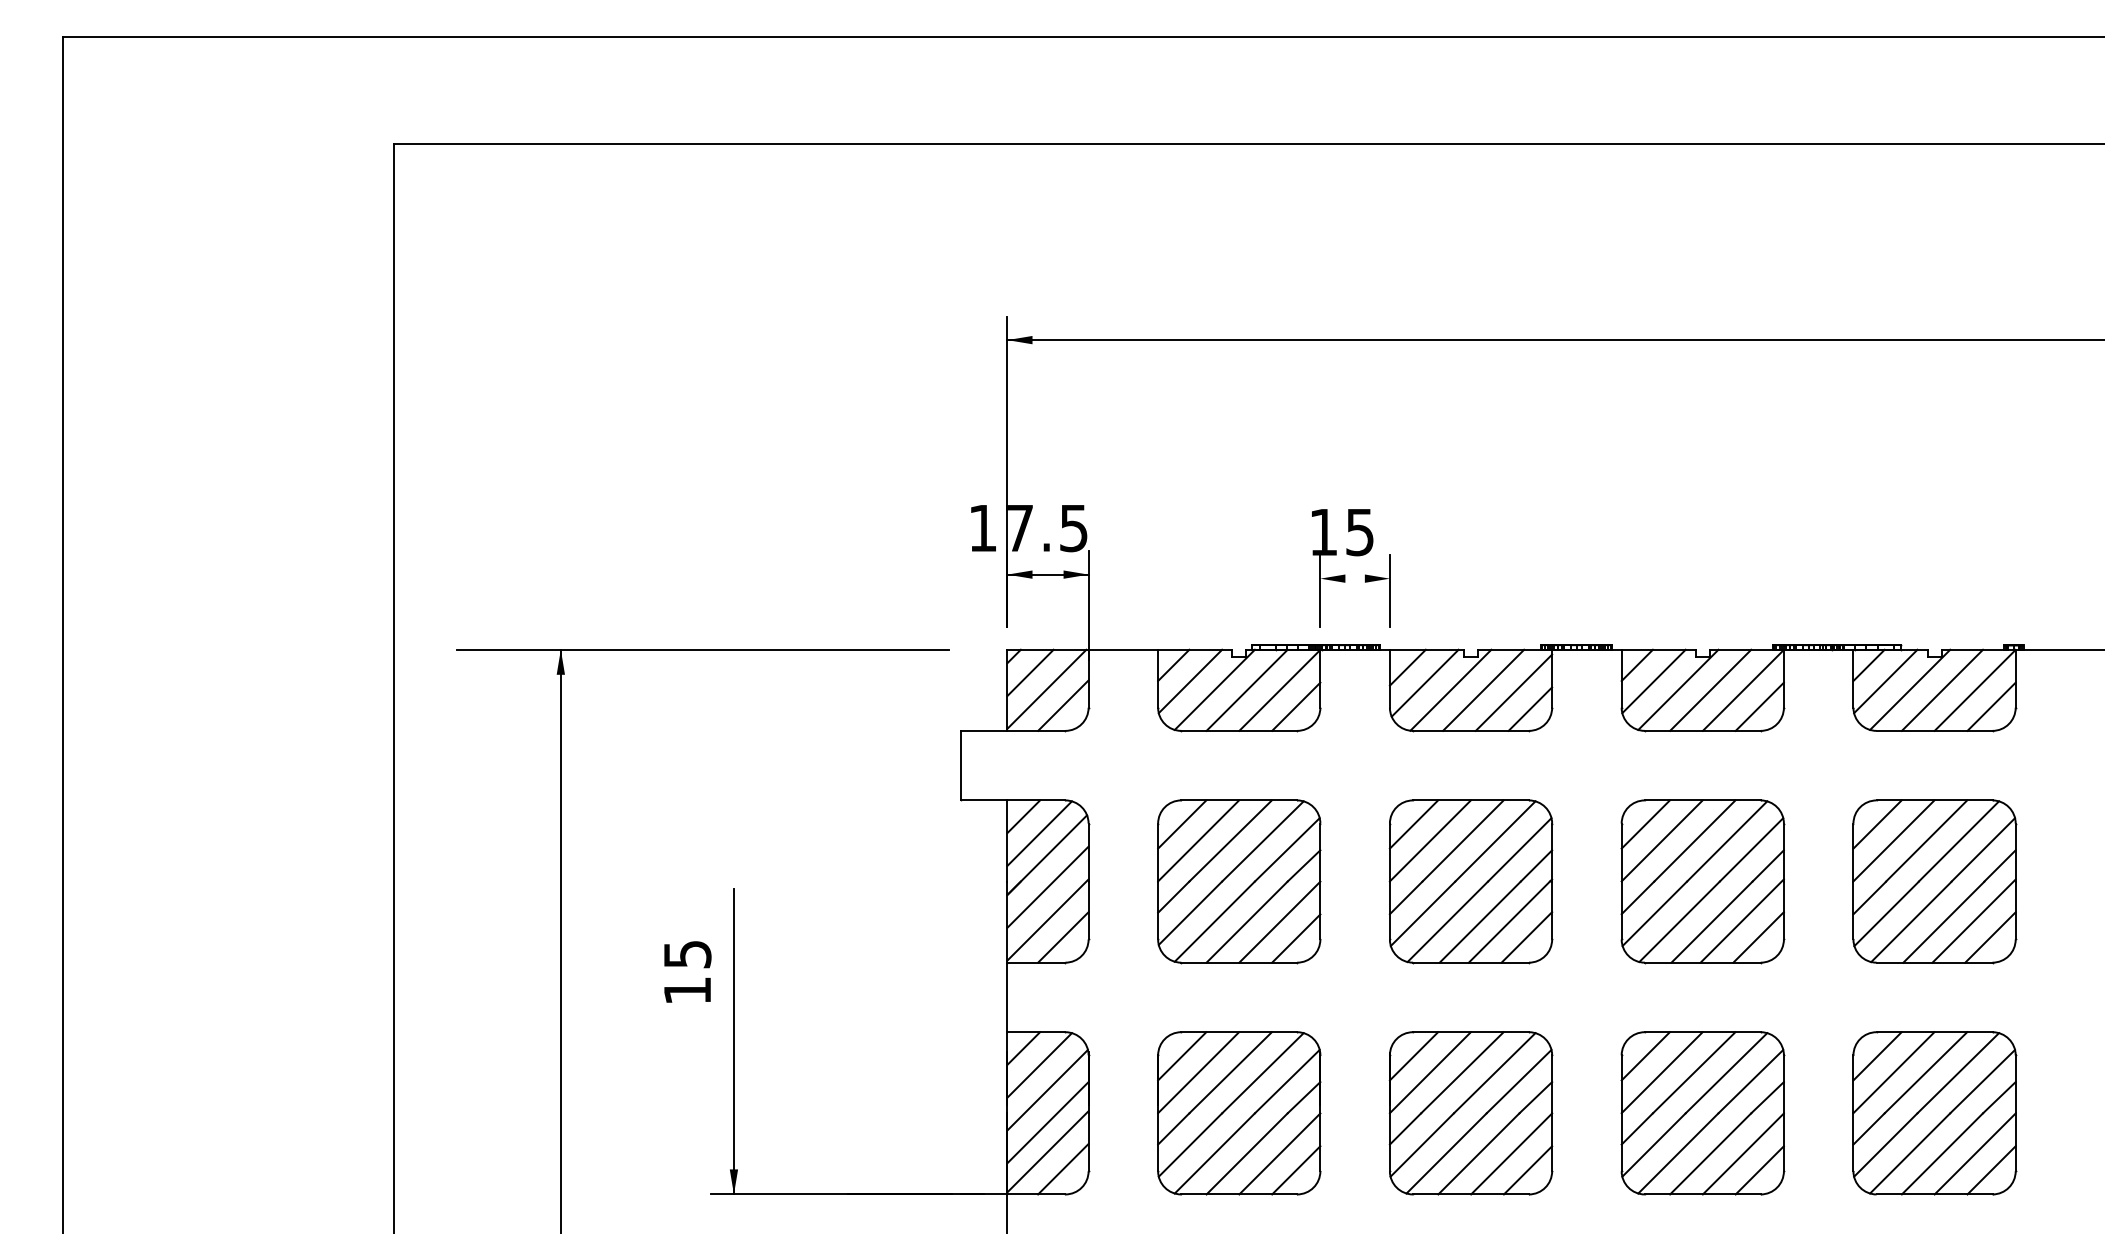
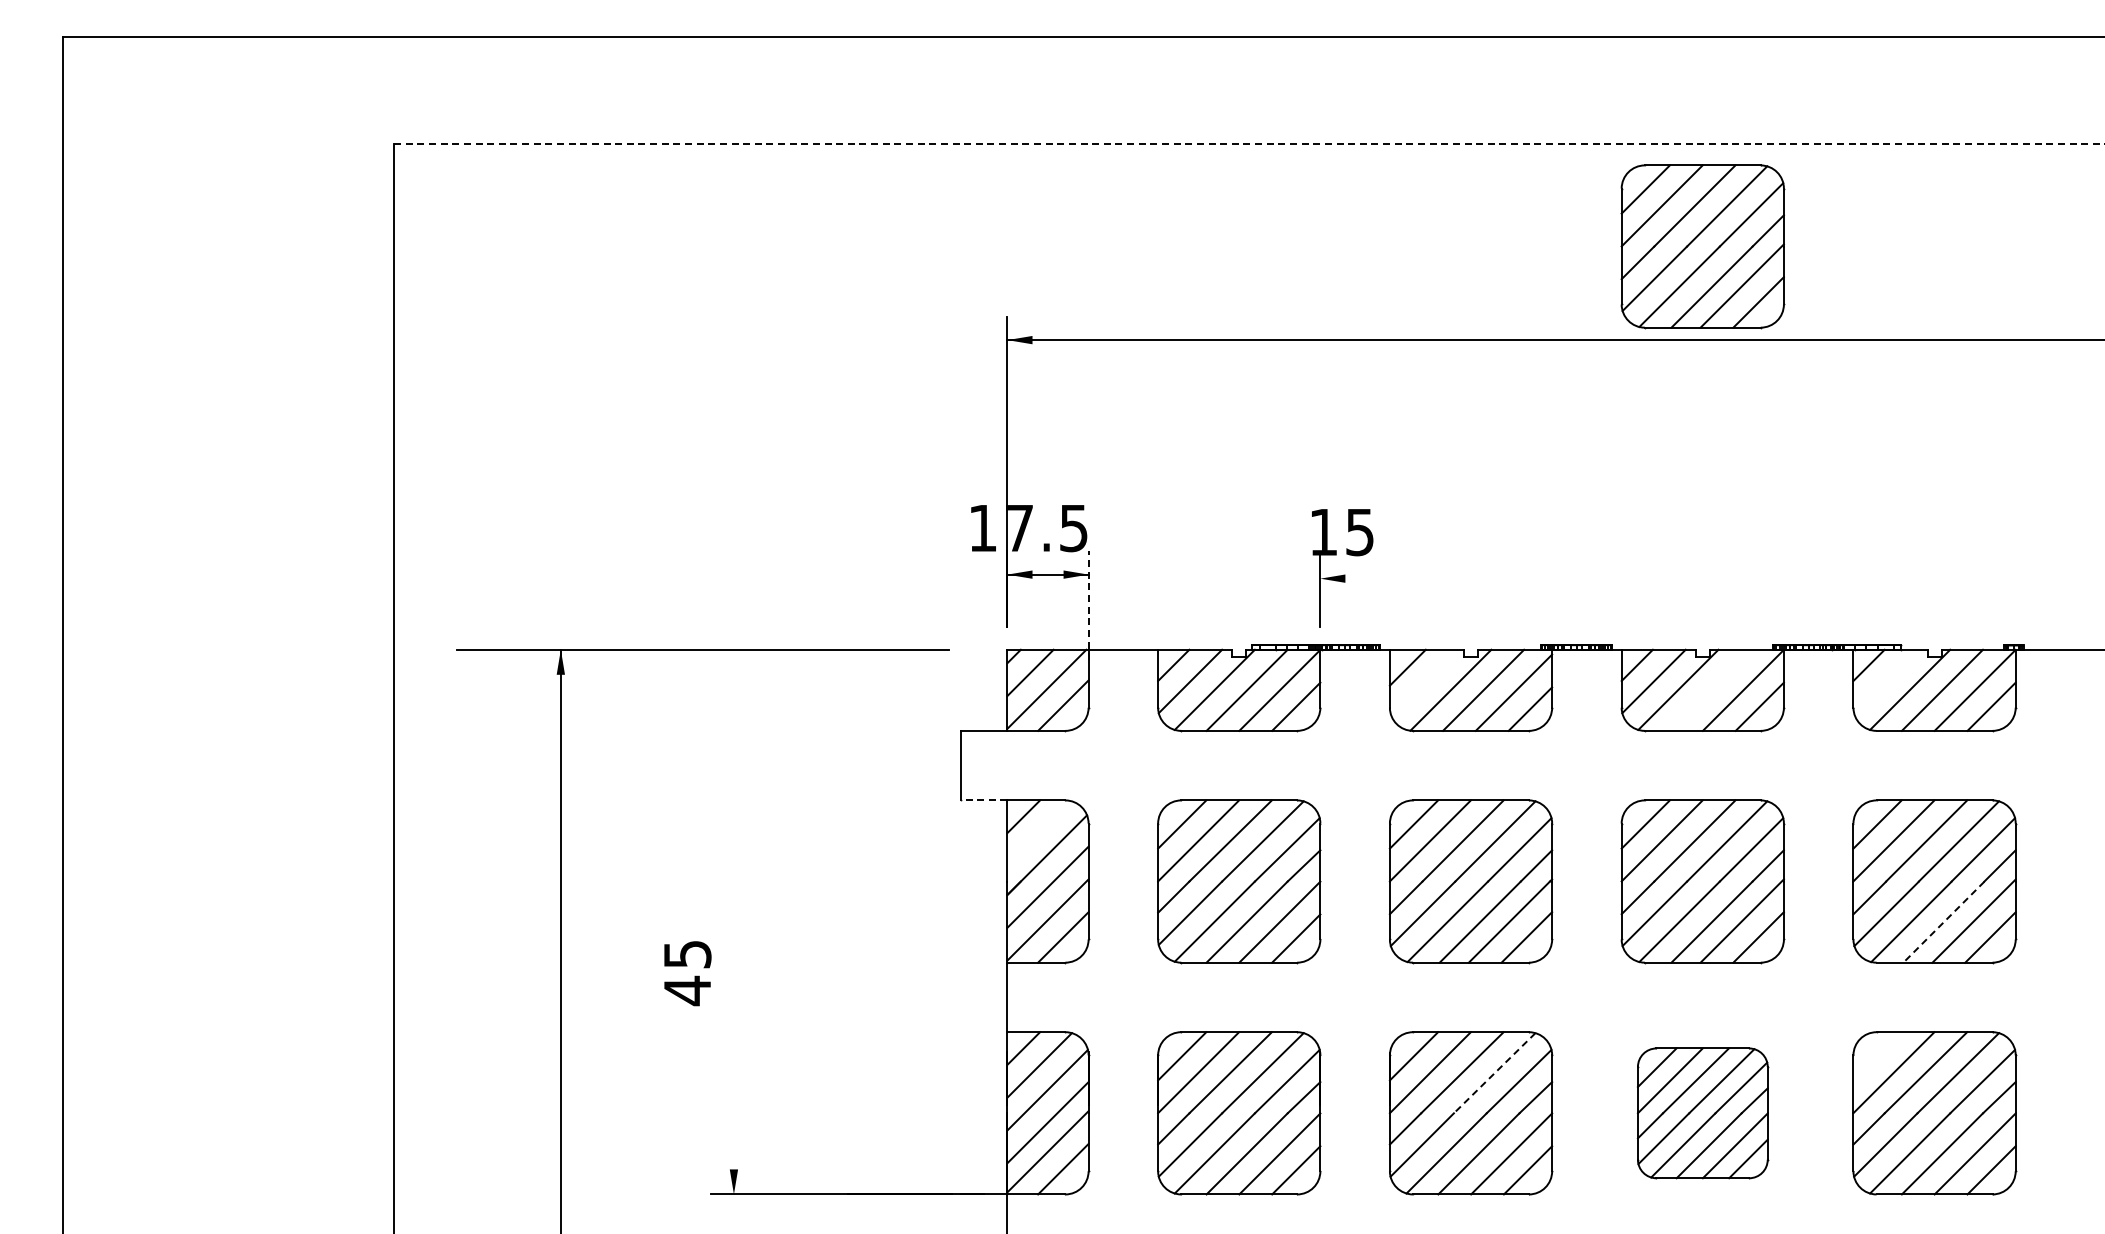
line at (1249, 144): solid -> dashed
part at (1702, 246): none -> present
part at (1374, 581): present -> none
line at (1088, 605): solid -> dashed
line at (1885, 681): present -> none
line at (1424, 682): present -> none
line at (1710, 689): present -> none
line at (983, 800): solid -> dashed
line at (1039, 833): present -> none
line at (1943, 922): solid -> dashed
text at (687, 990): 15 -> 45
line at (733, 1041): present -> none
line at (1877, 1056): present -> none
line at (1494, 1073): solid -> dashed
part at (1702, 1113) size: 166x165 px -> 134x133 px
